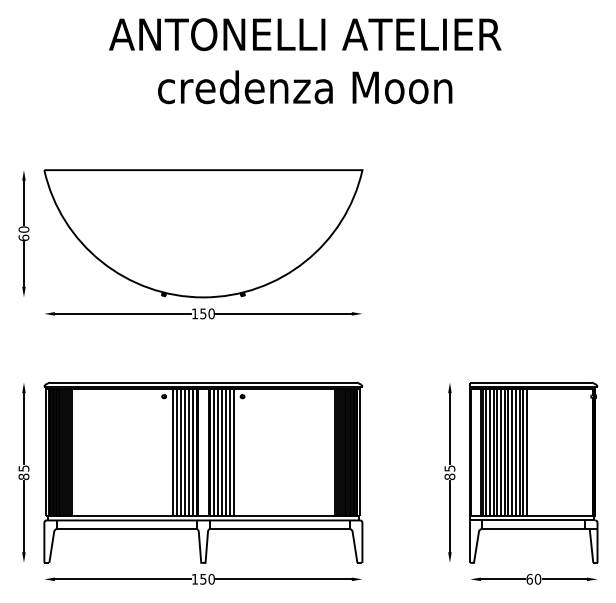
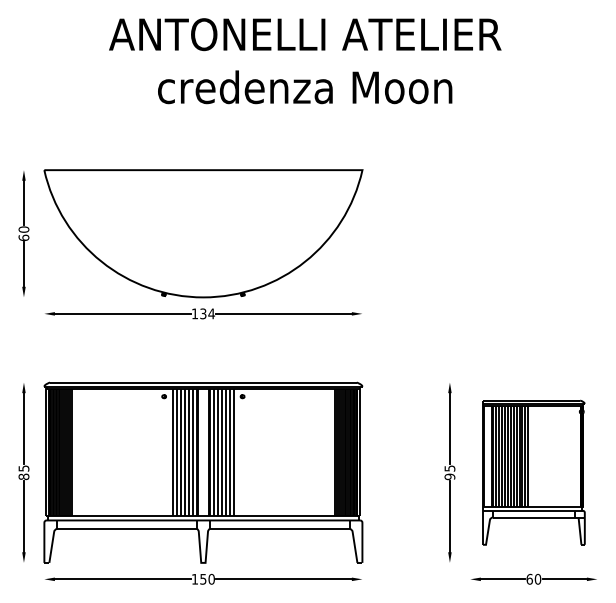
text at (207, 313): 150 -> 134
part at (533, 472) size: 130x183 px -> 104x147 px
text at (449, 476): 85 -> 95
